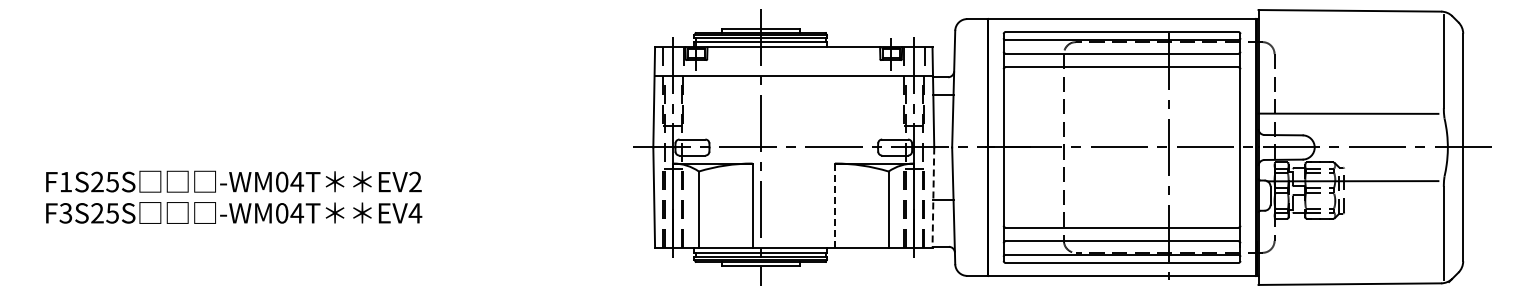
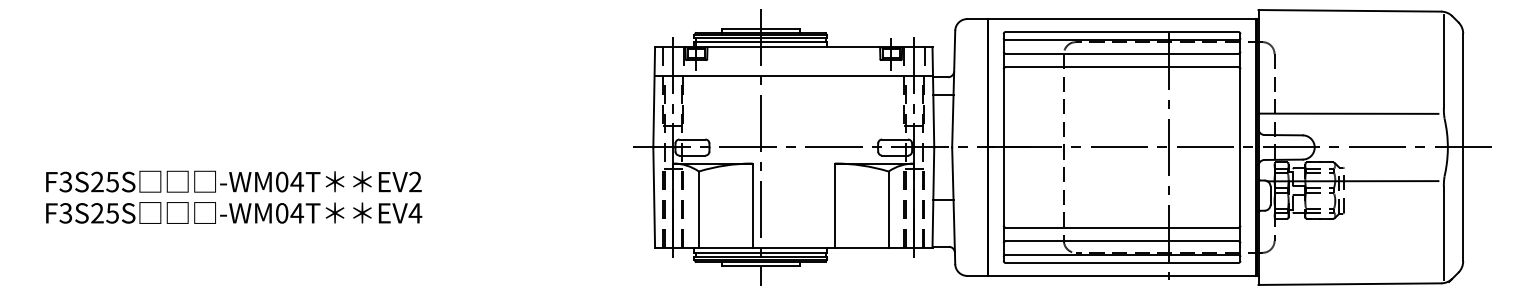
text at (65, 181): F1S25S -> F3S25S
line at (933, 198): dashed -> solid
line at (834, 205): dashed -> solid
